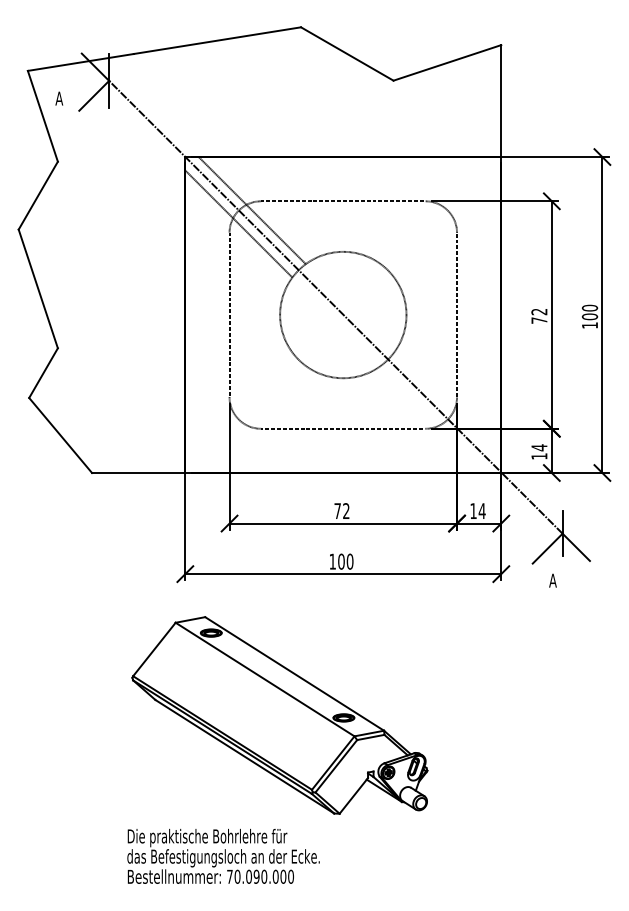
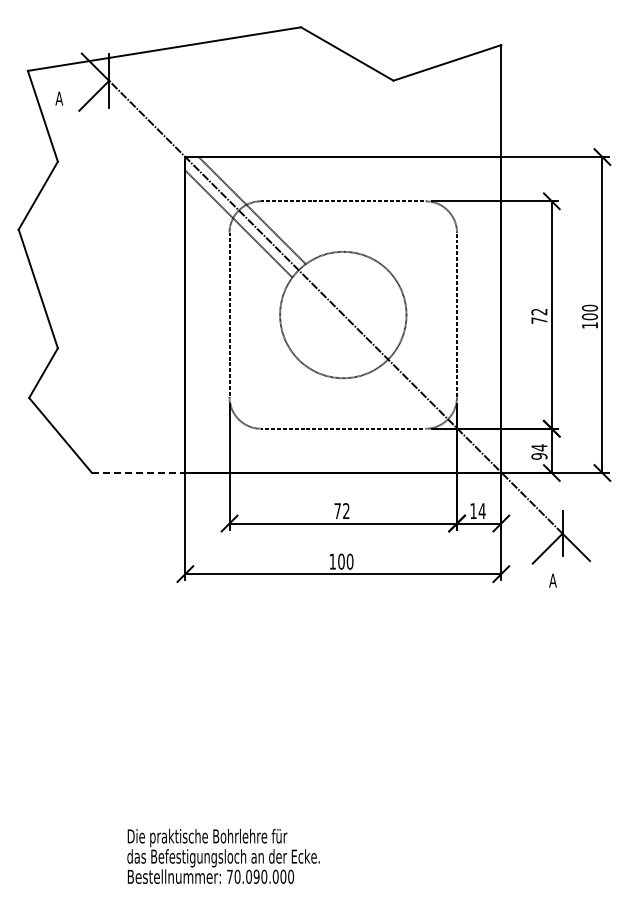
text at (539, 456): 14 -> 94
line at (138, 473): solid -> dashed
part at (279, 715): present -> none
